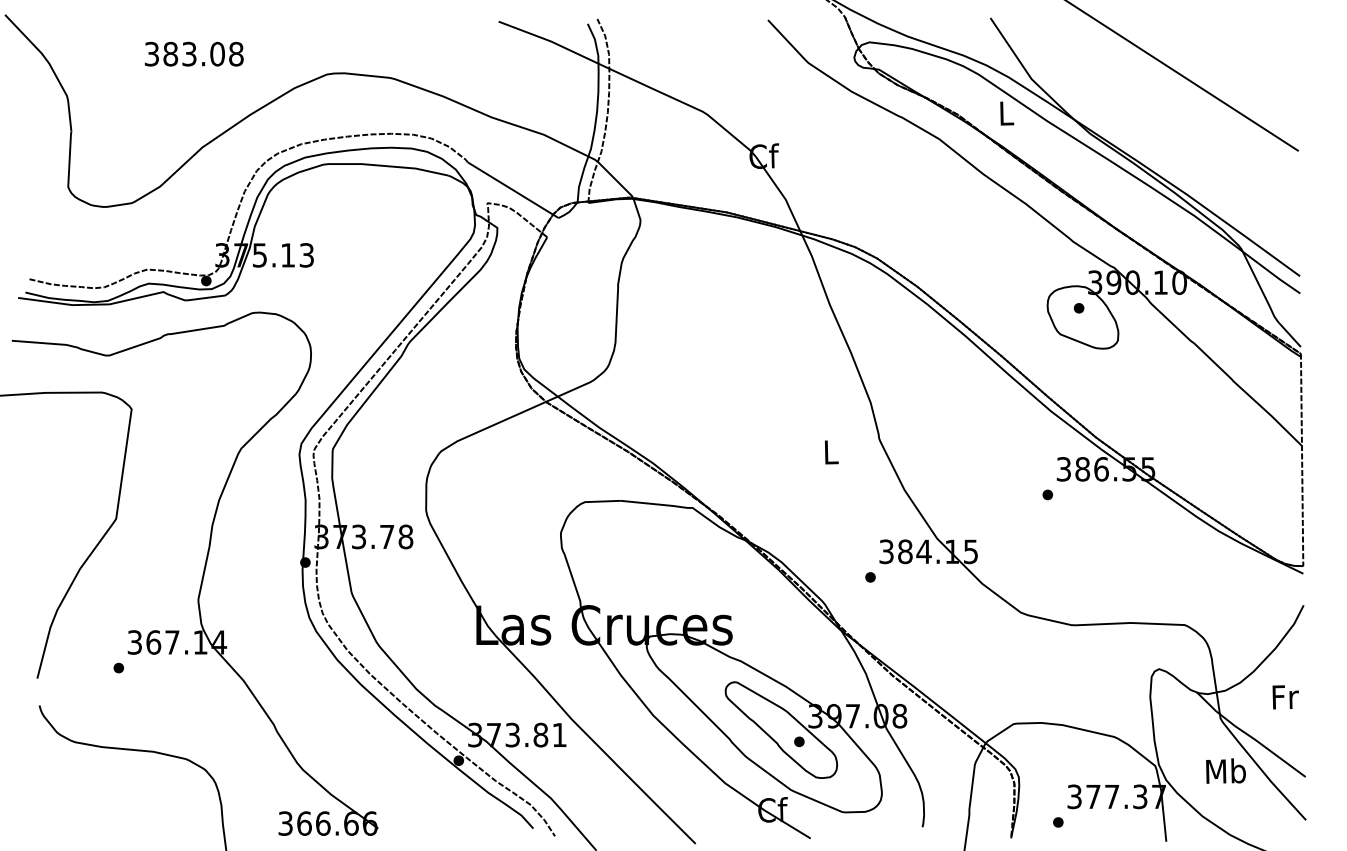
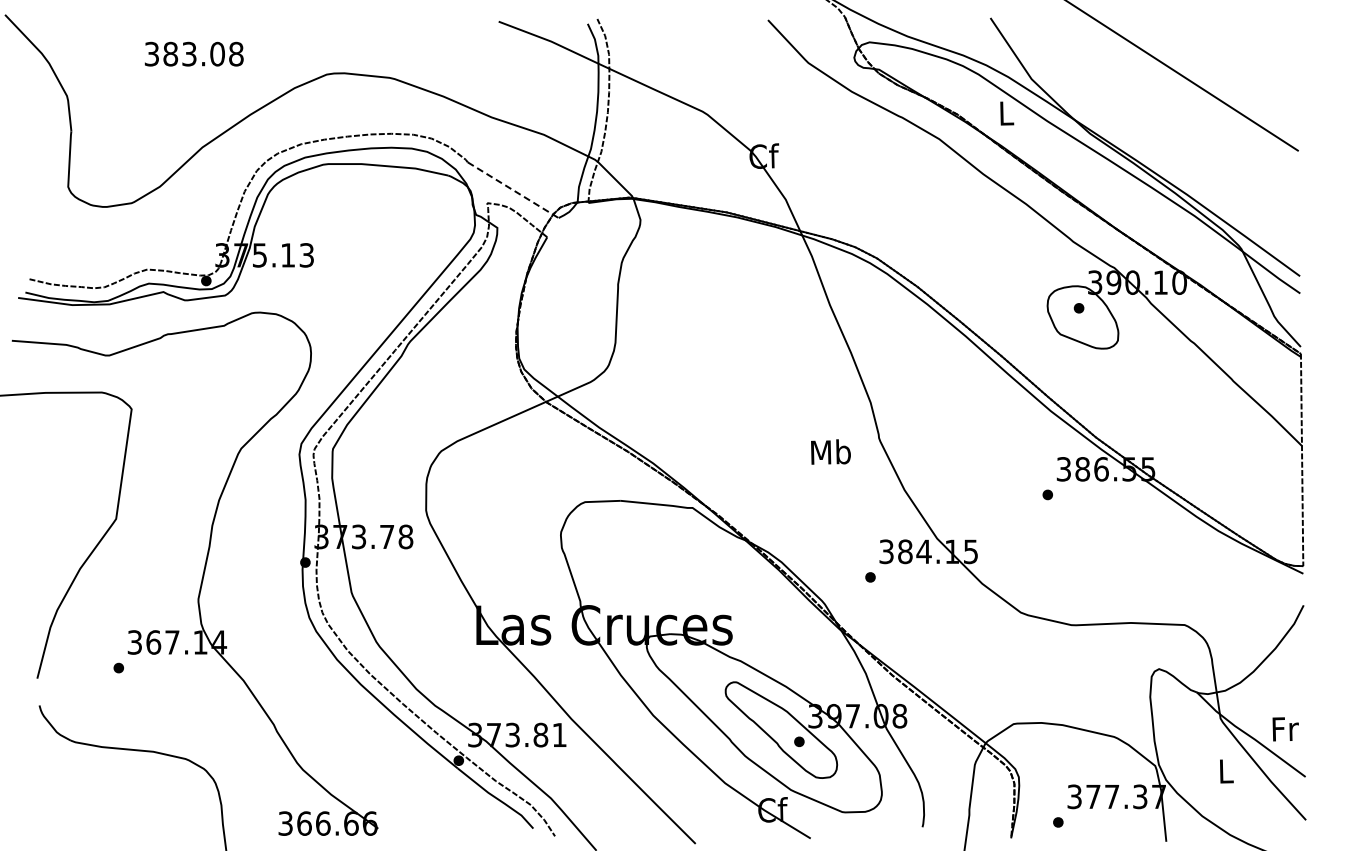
line at (513, 190): solid -> dashed
text at (830, 451): L -> Mb
text at (1285, 697) position: (1285, 697) -> (1285, 729)
text at (1225, 770): Mb -> L
